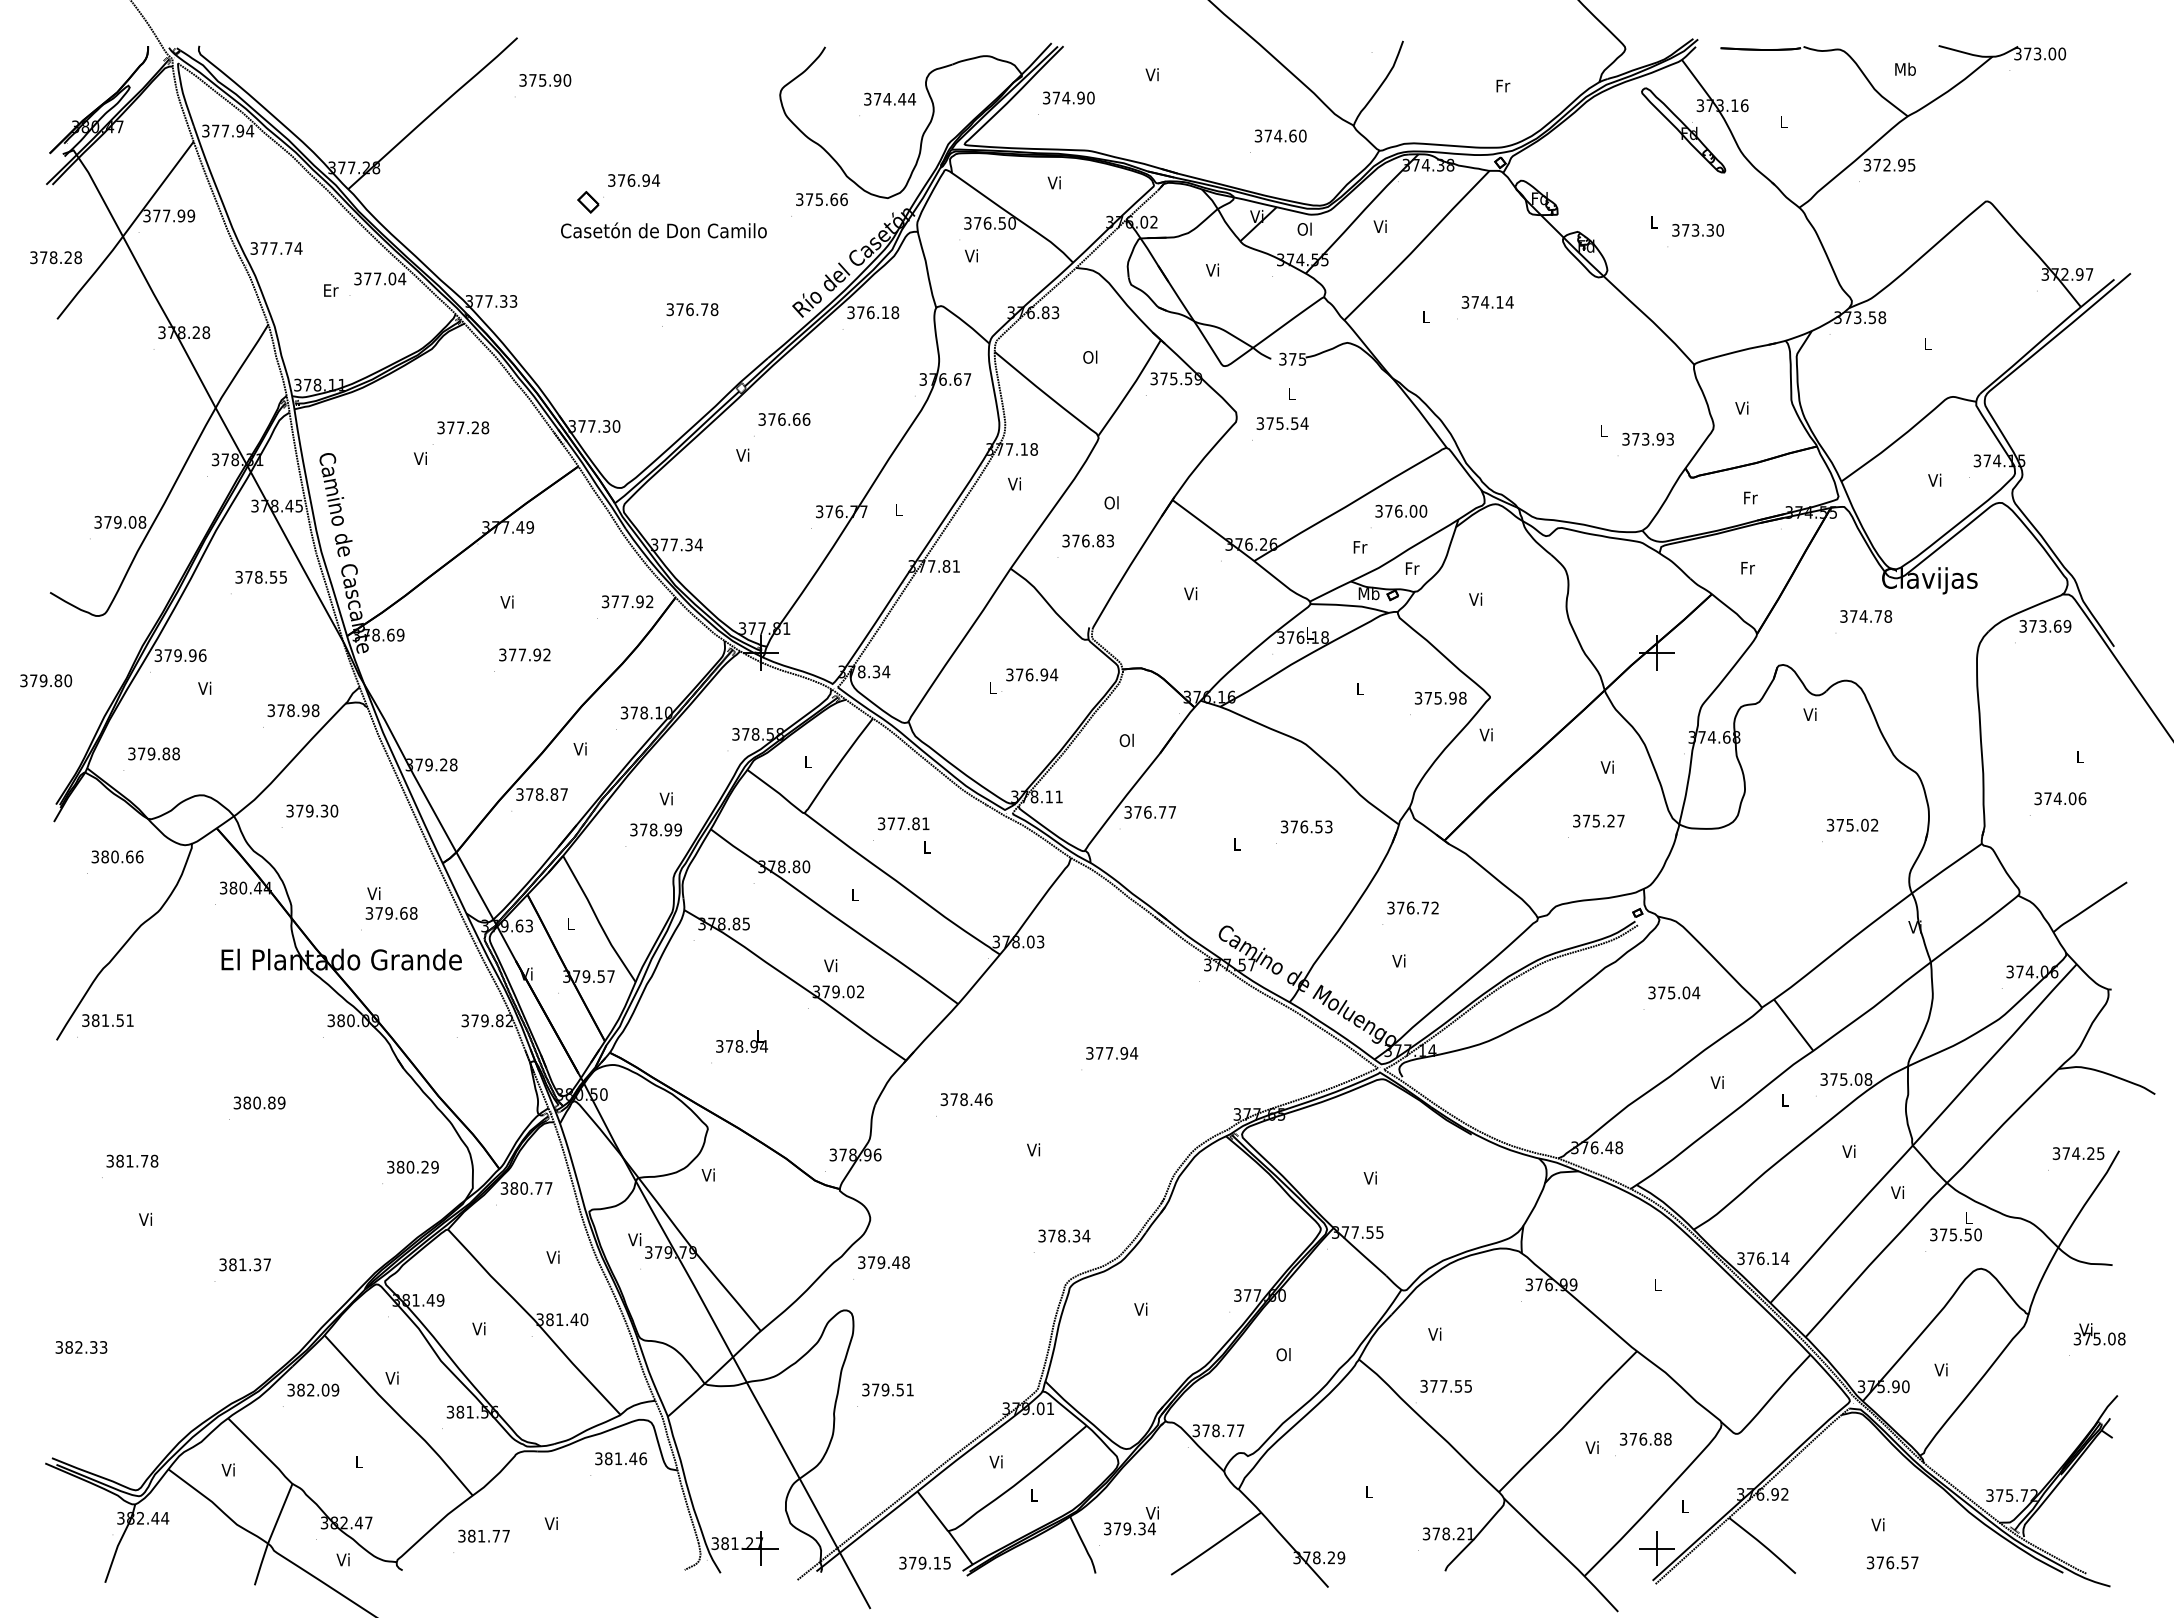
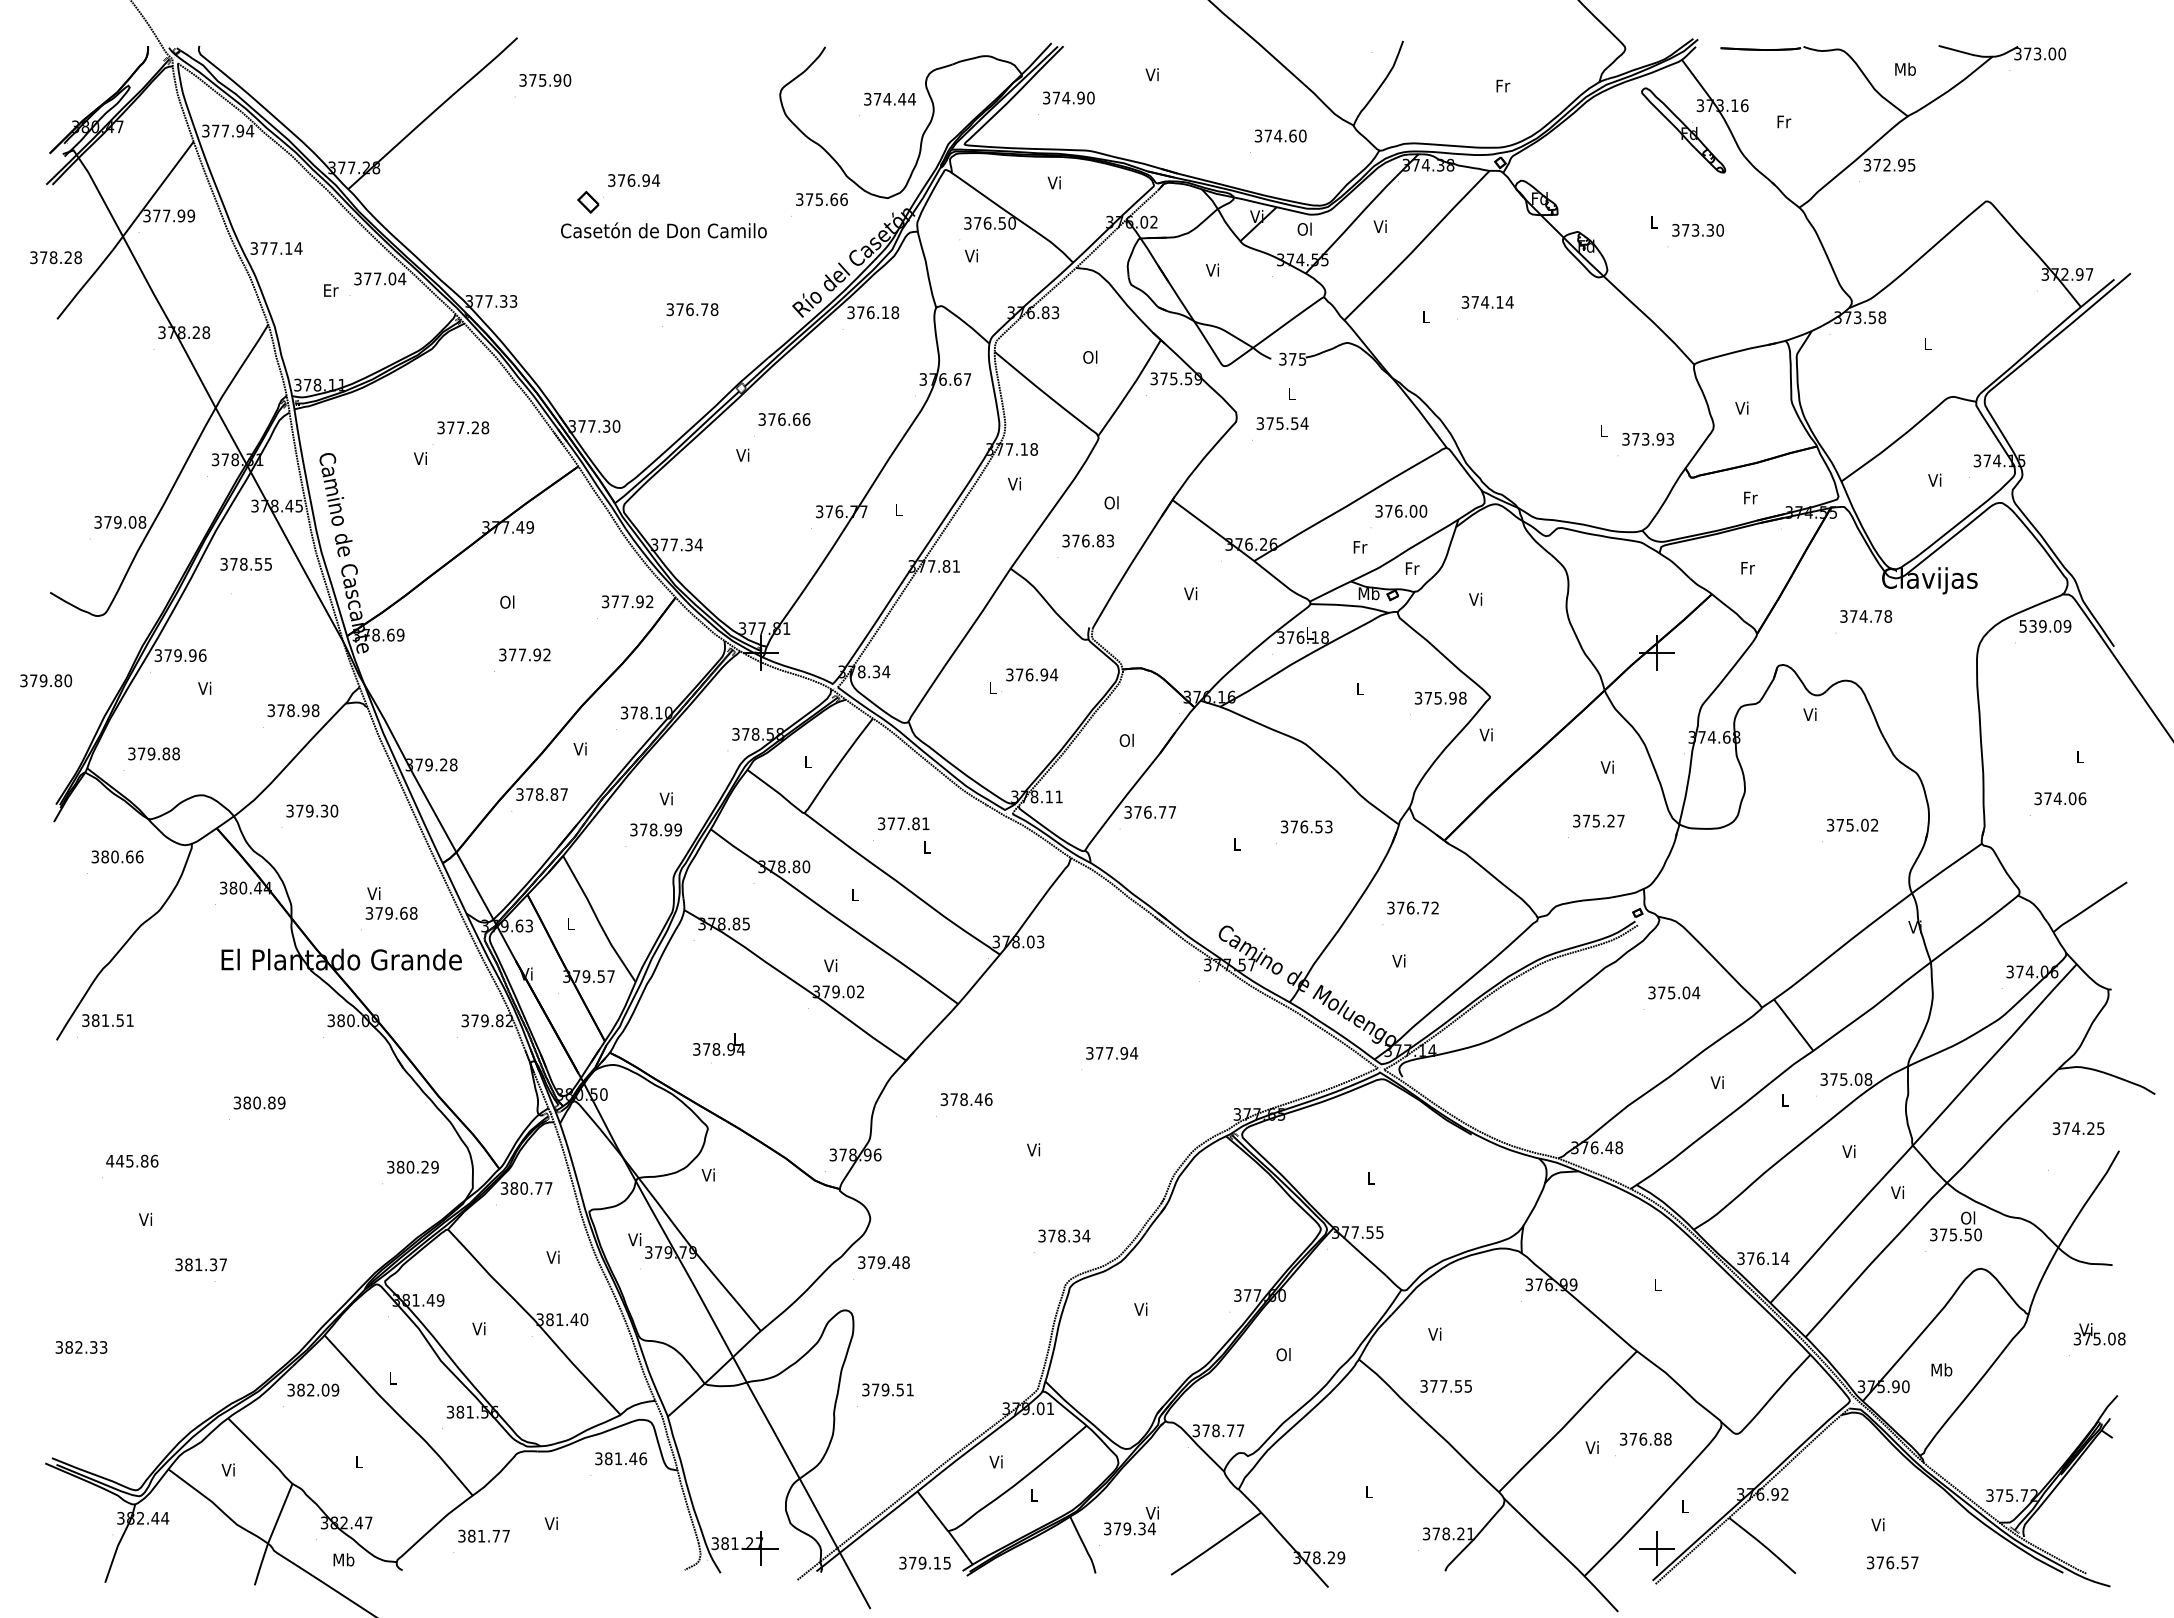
text at (1784, 121): L -> Fr
text at (288, 248): 377.74 -> 377.14
text at (260, 577) position: (260, 577) -> (245, 564)
text at (507, 601): Vi -> Ol
text at (2040, 625): 373.69 -> 539.09
text at (741, 1041) position: (741, 1041) -> (718, 1044)
text at (2078, 1153) position: (2078, 1153) -> (2078, 1128)
text at (132, 1160): 381.78 -> 445.86
text at (1369, 1177): Vi -> L
text at (1968, 1217): L -> Ol
text at (244, 1264) position: (244, 1264) -> (200, 1264)
text at (1941, 1369): Vi -> Mb
text at (391, 1377): Vi -> L
text at (343, 1559): Vi -> Mb
